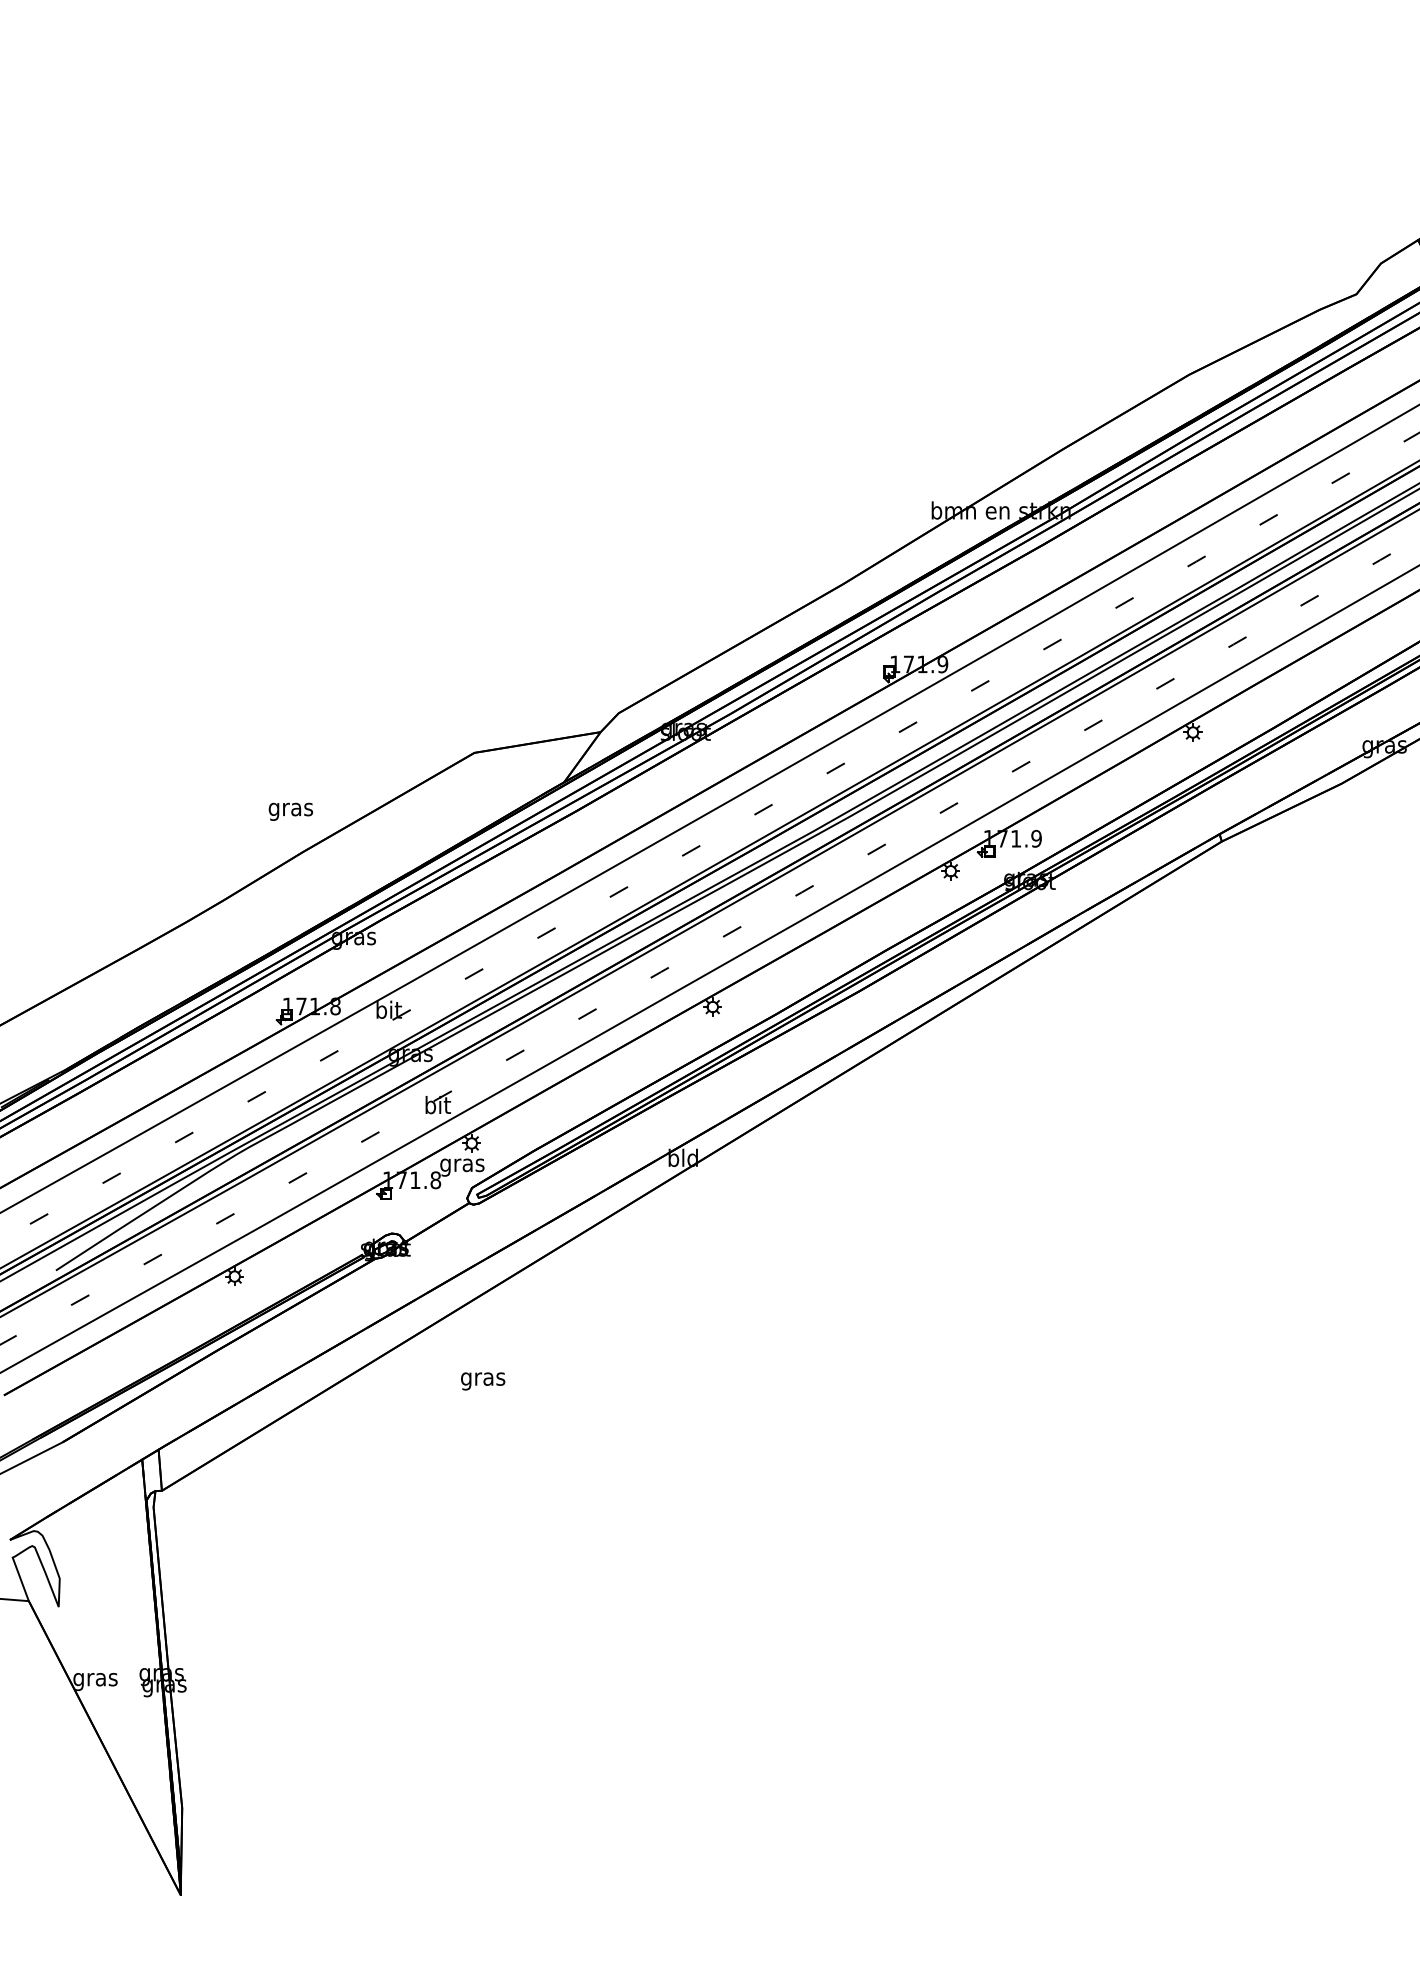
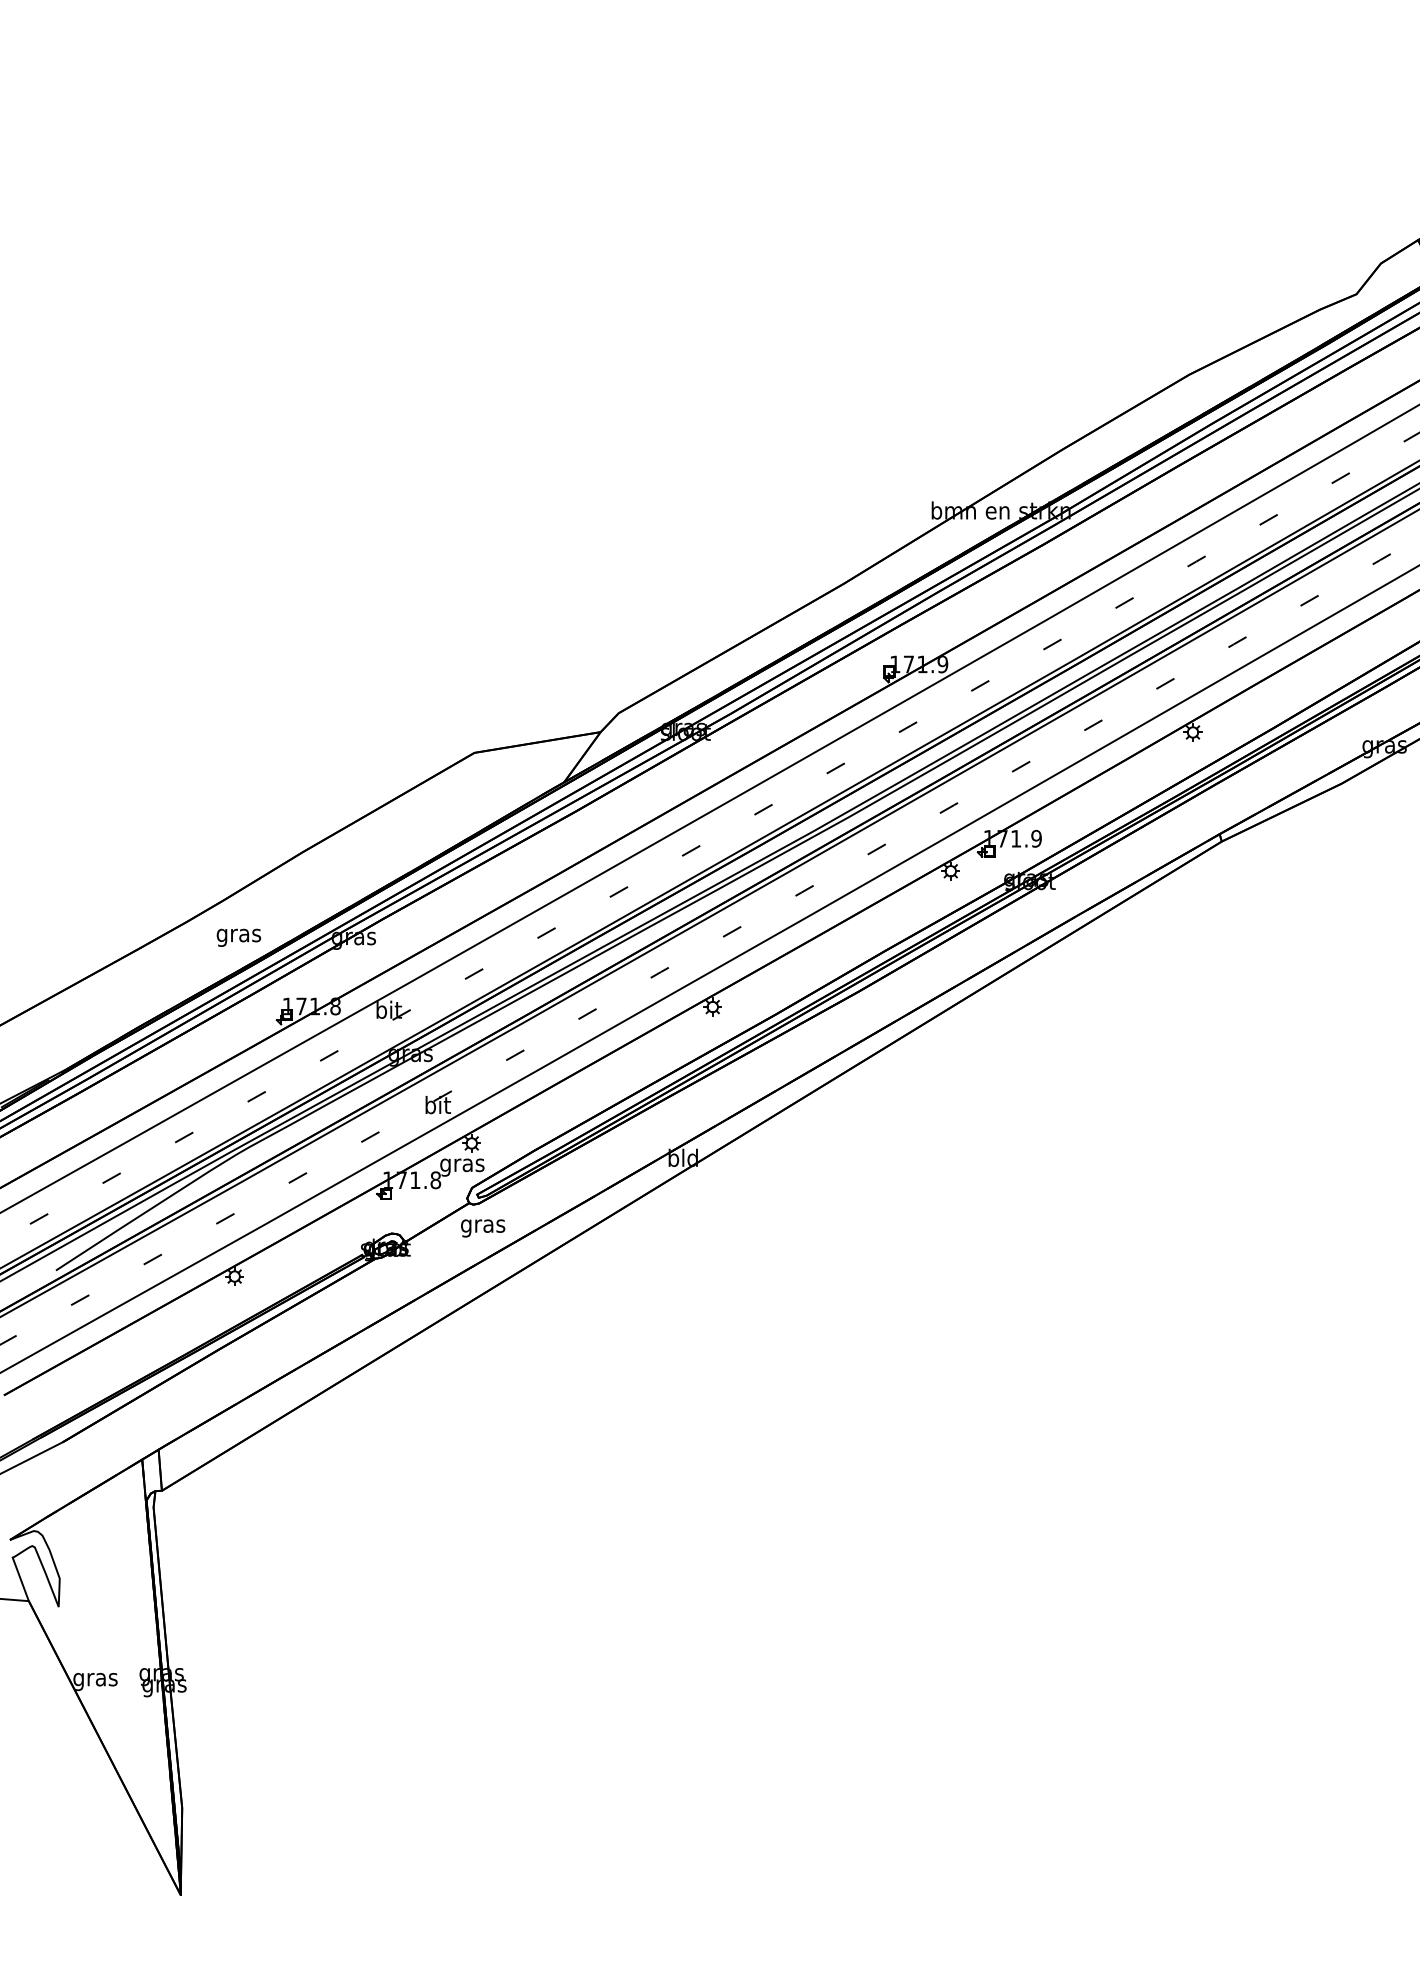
text at (290, 811) position: (290, 811) -> (238, 937)
text at (483, 1381) position: (483, 1381) -> (483, 1228)
